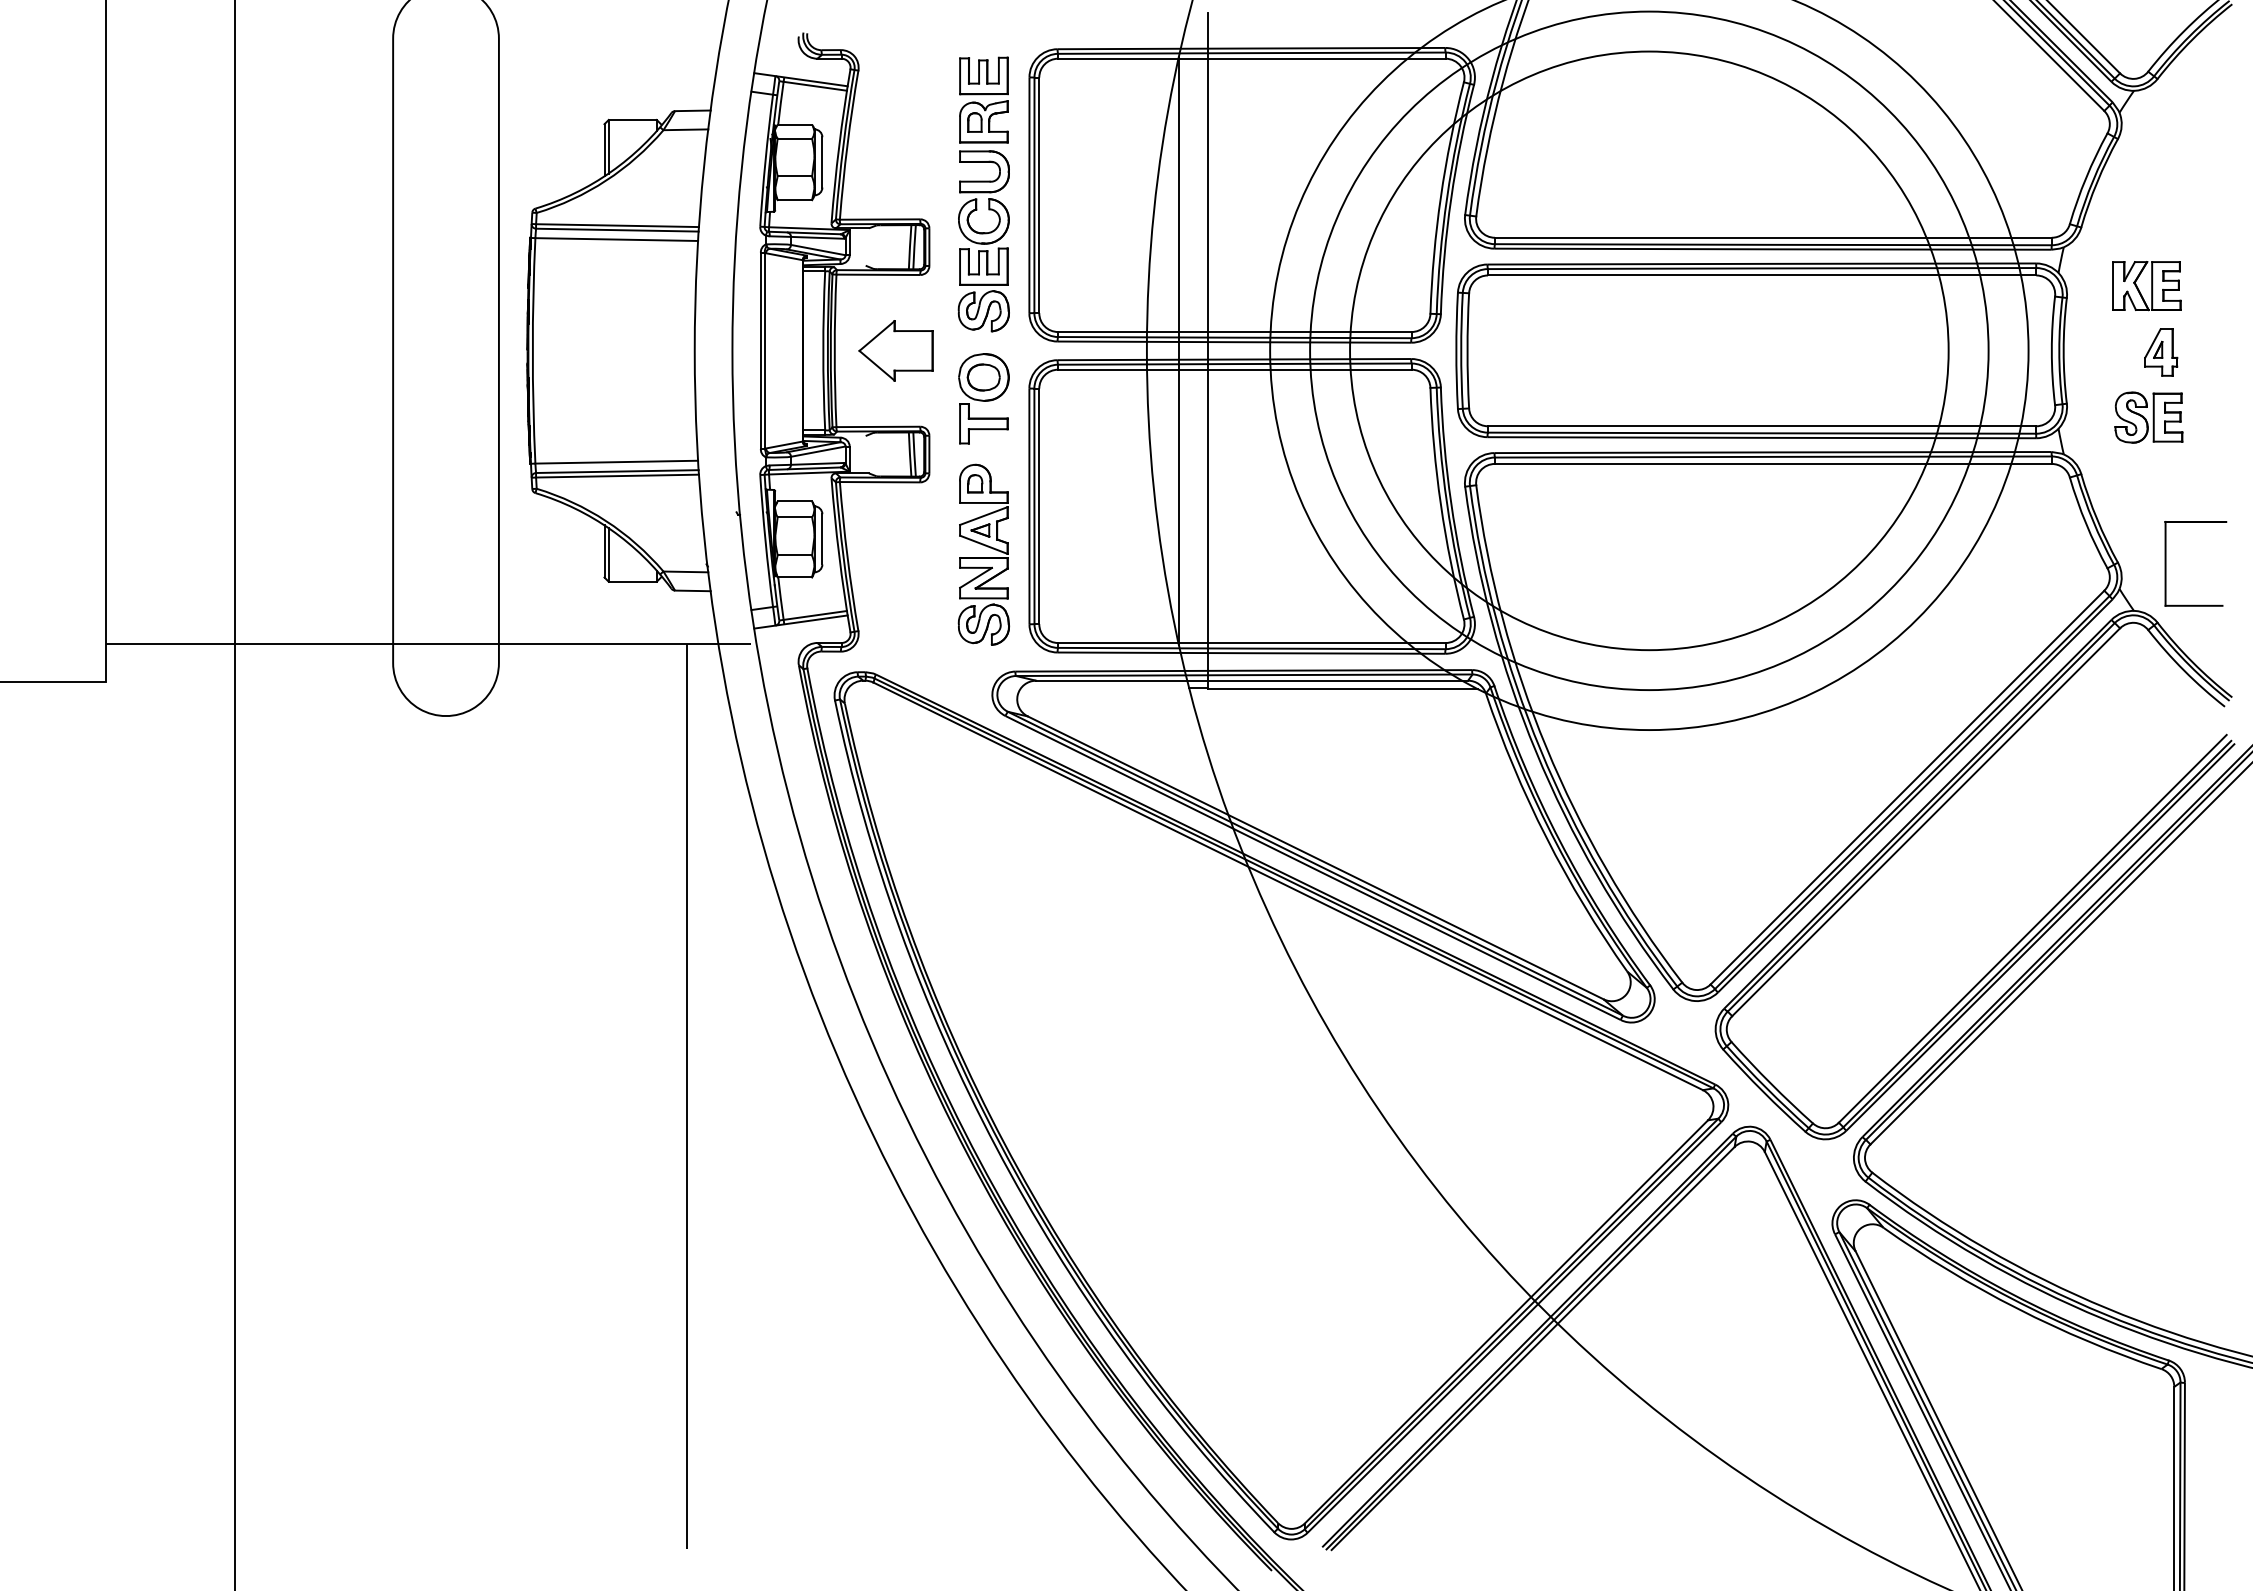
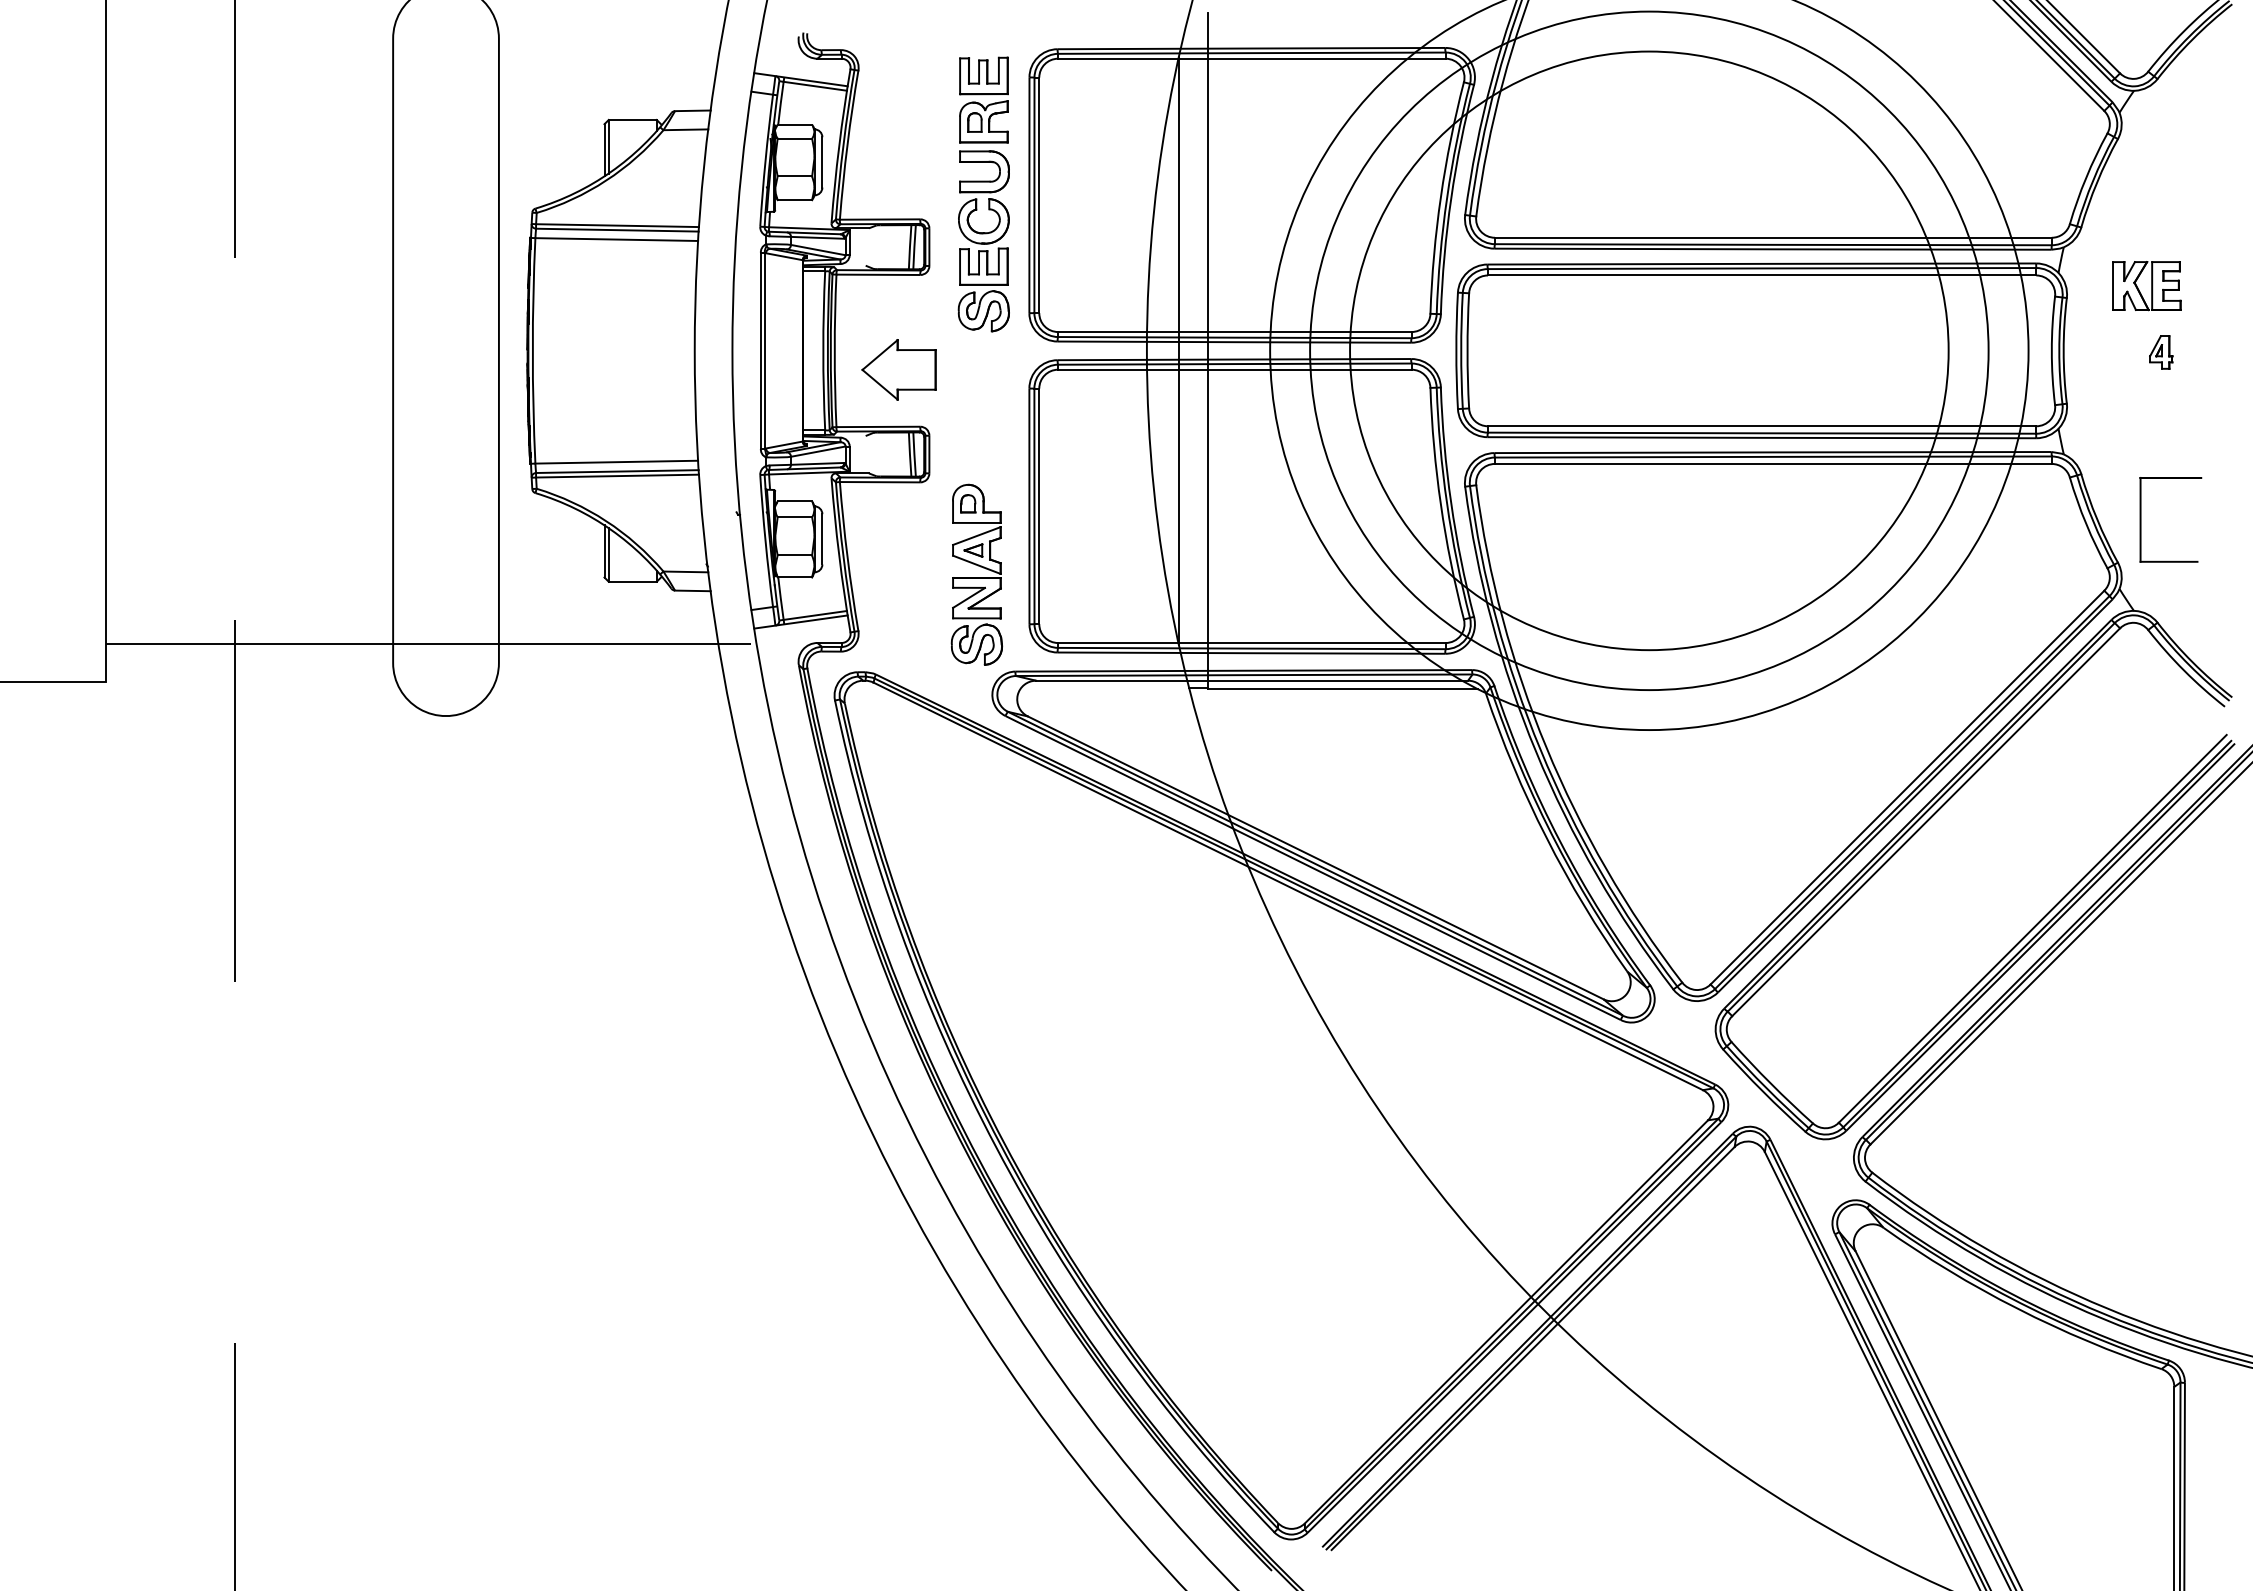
part at (895, 350) position: (895, 350) -> (898, 369)
part at (2161, 352) size: 35x49 px -> 25x35 px
part at (983, 398): present -> none
part at (2148, 417): present -> none
part at (983, 554) position: (983, 554) -> (976, 574)
part at (2166, 563) position: (2166, 563) -> (2141, 519)
line at (234, 795): solid -> dashed
line at (687, 1115): present -> none
